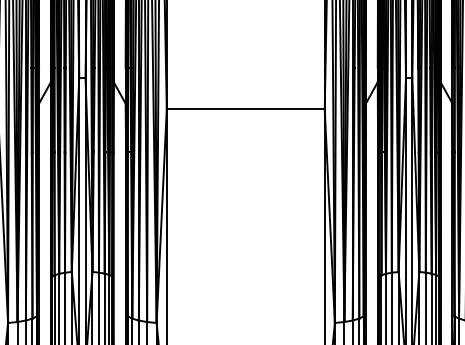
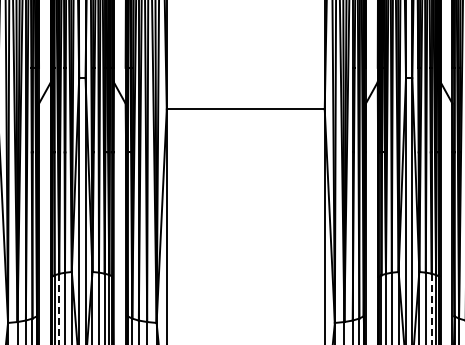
line at (59, 309): solid -> dashed
line at (431, 309): solid -> dashed
